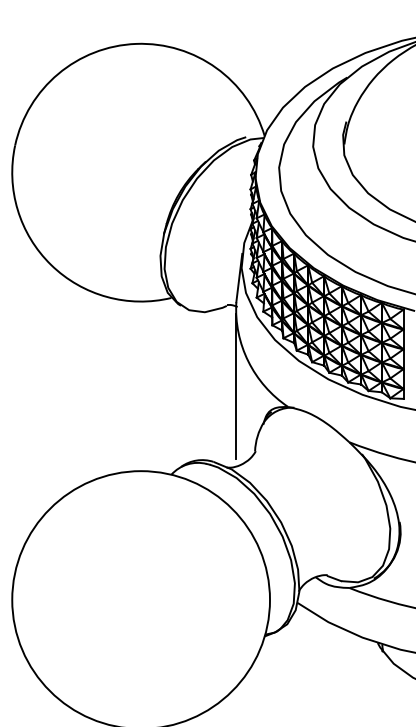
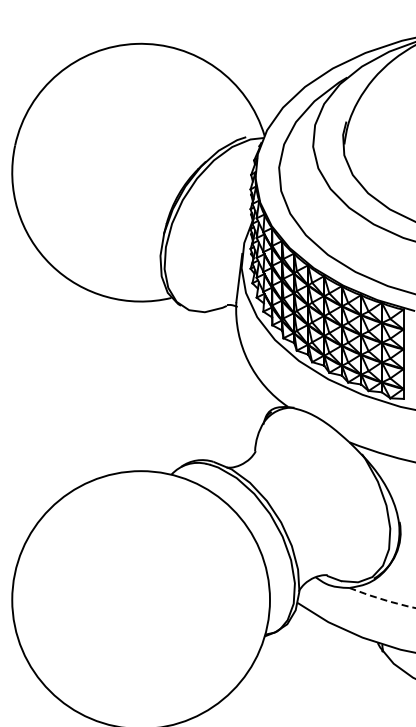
line at (235, 386): present -> none
arc at (383, 599): solid -> dashed
